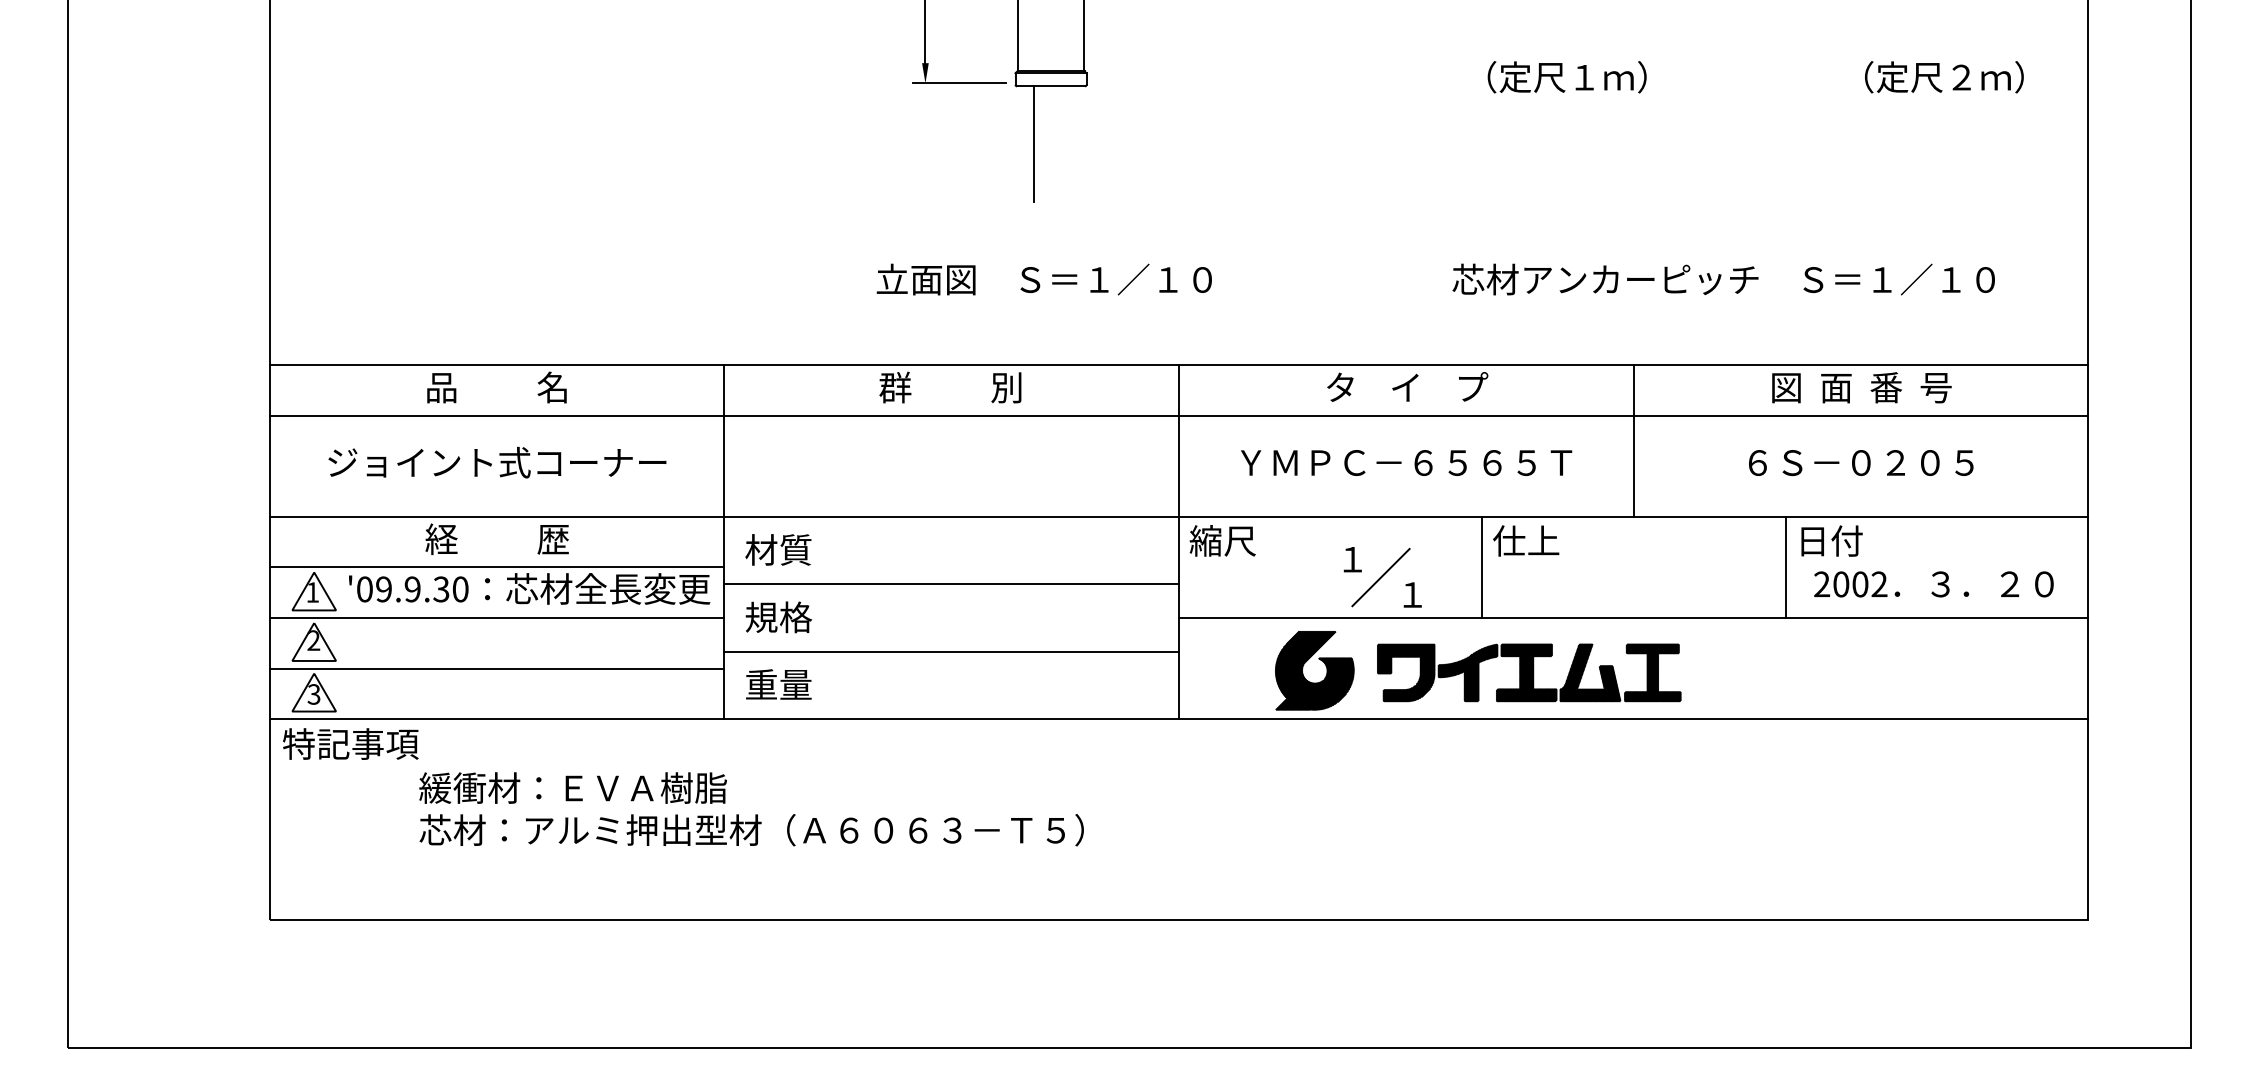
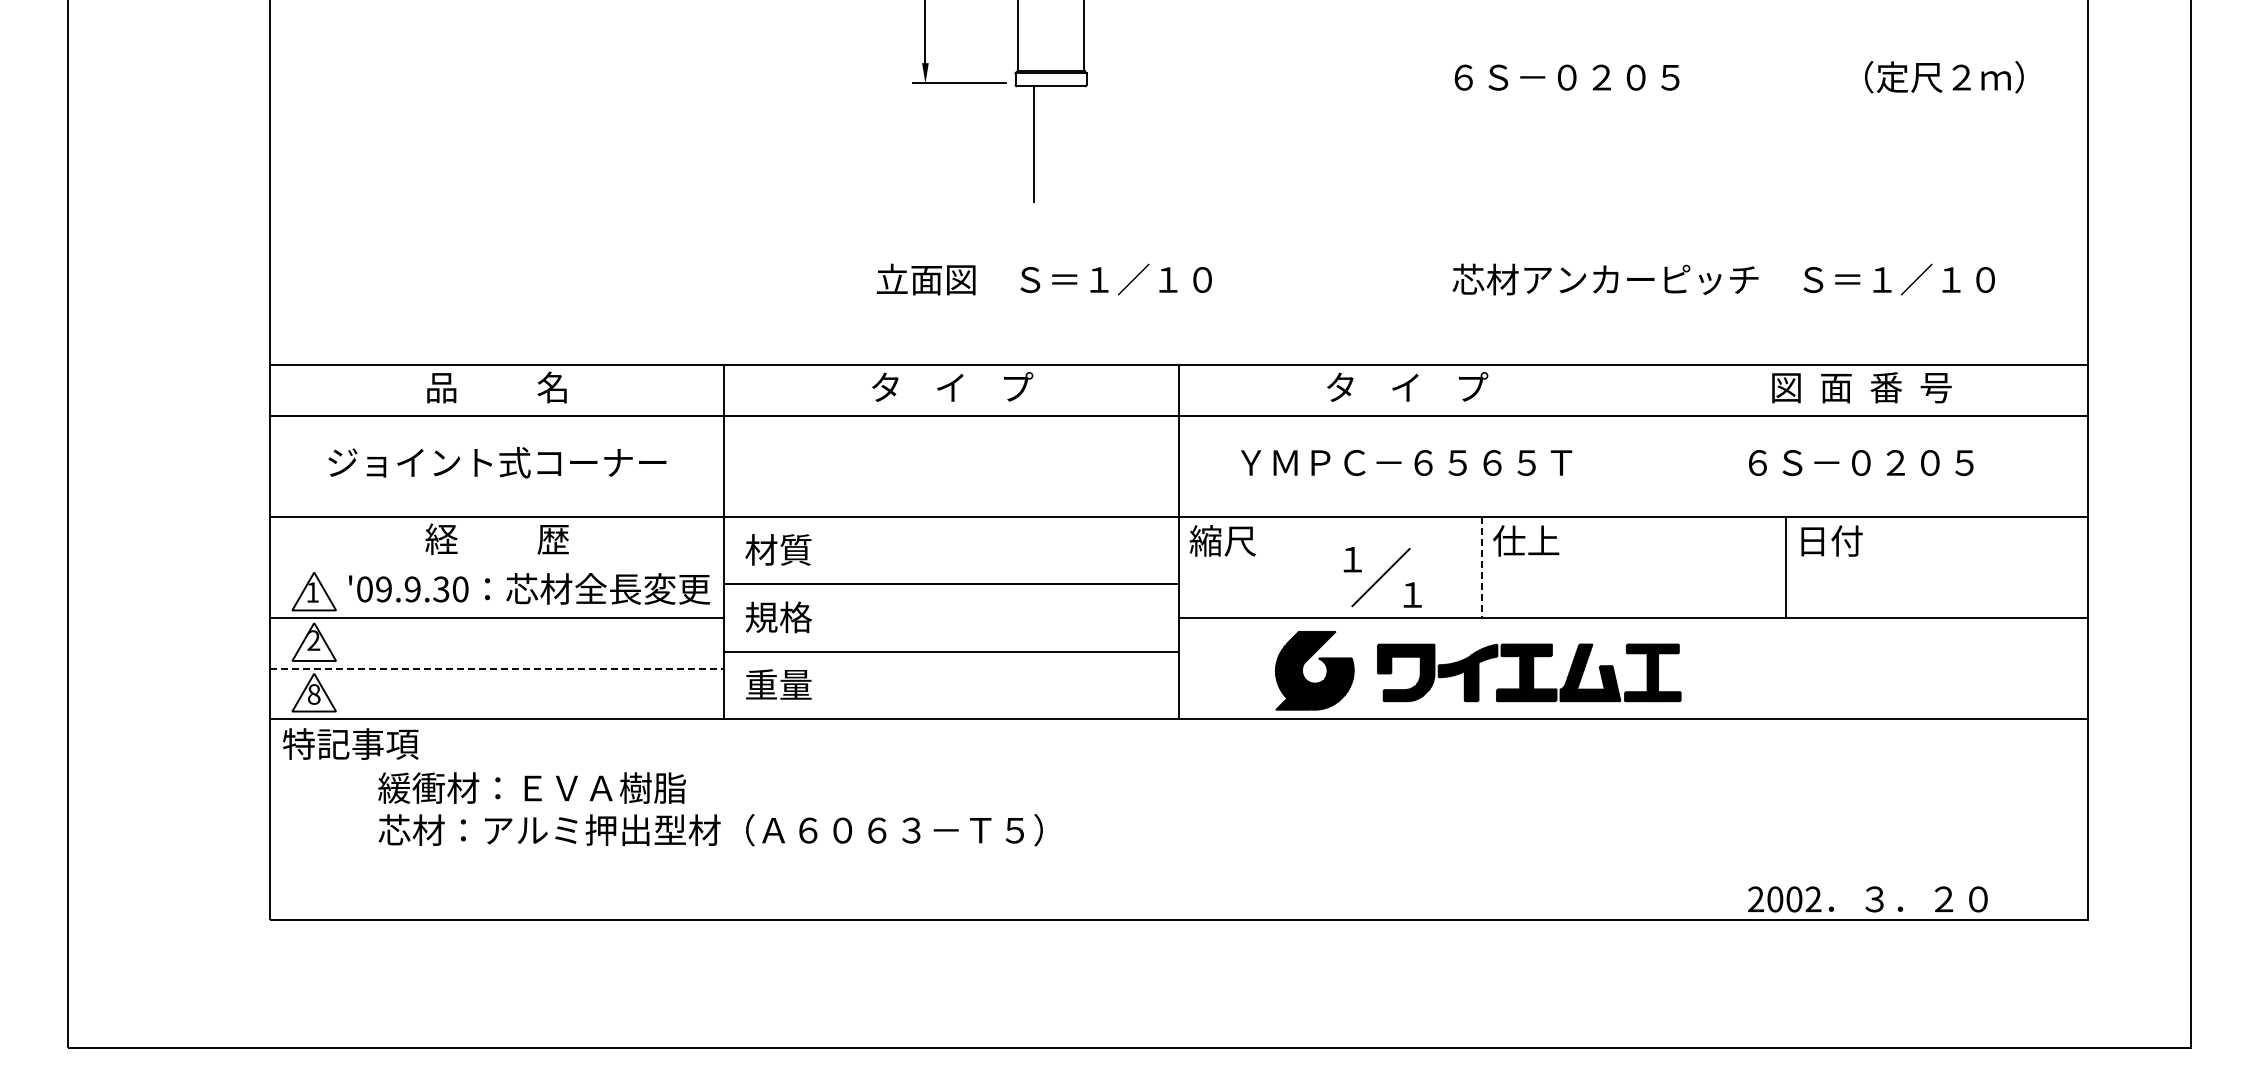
text at (1566, 77): （定尺１ｍ） -> ６Ｓ－０２０５
text at (952, 387): 群          別 -> タ    イ    プ
line at (1633, 440): present -> none
line at (496, 567): present -> none
line at (1482, 567): solid -> dashed
text at (1933, 584) position: (1933, 584) -> (1867, 899)
line at (496, 668): solid -> dashed
text at (313, 694): 3 -> 8
text at (751, 809) position: (751, 809) -> (710, 809)
